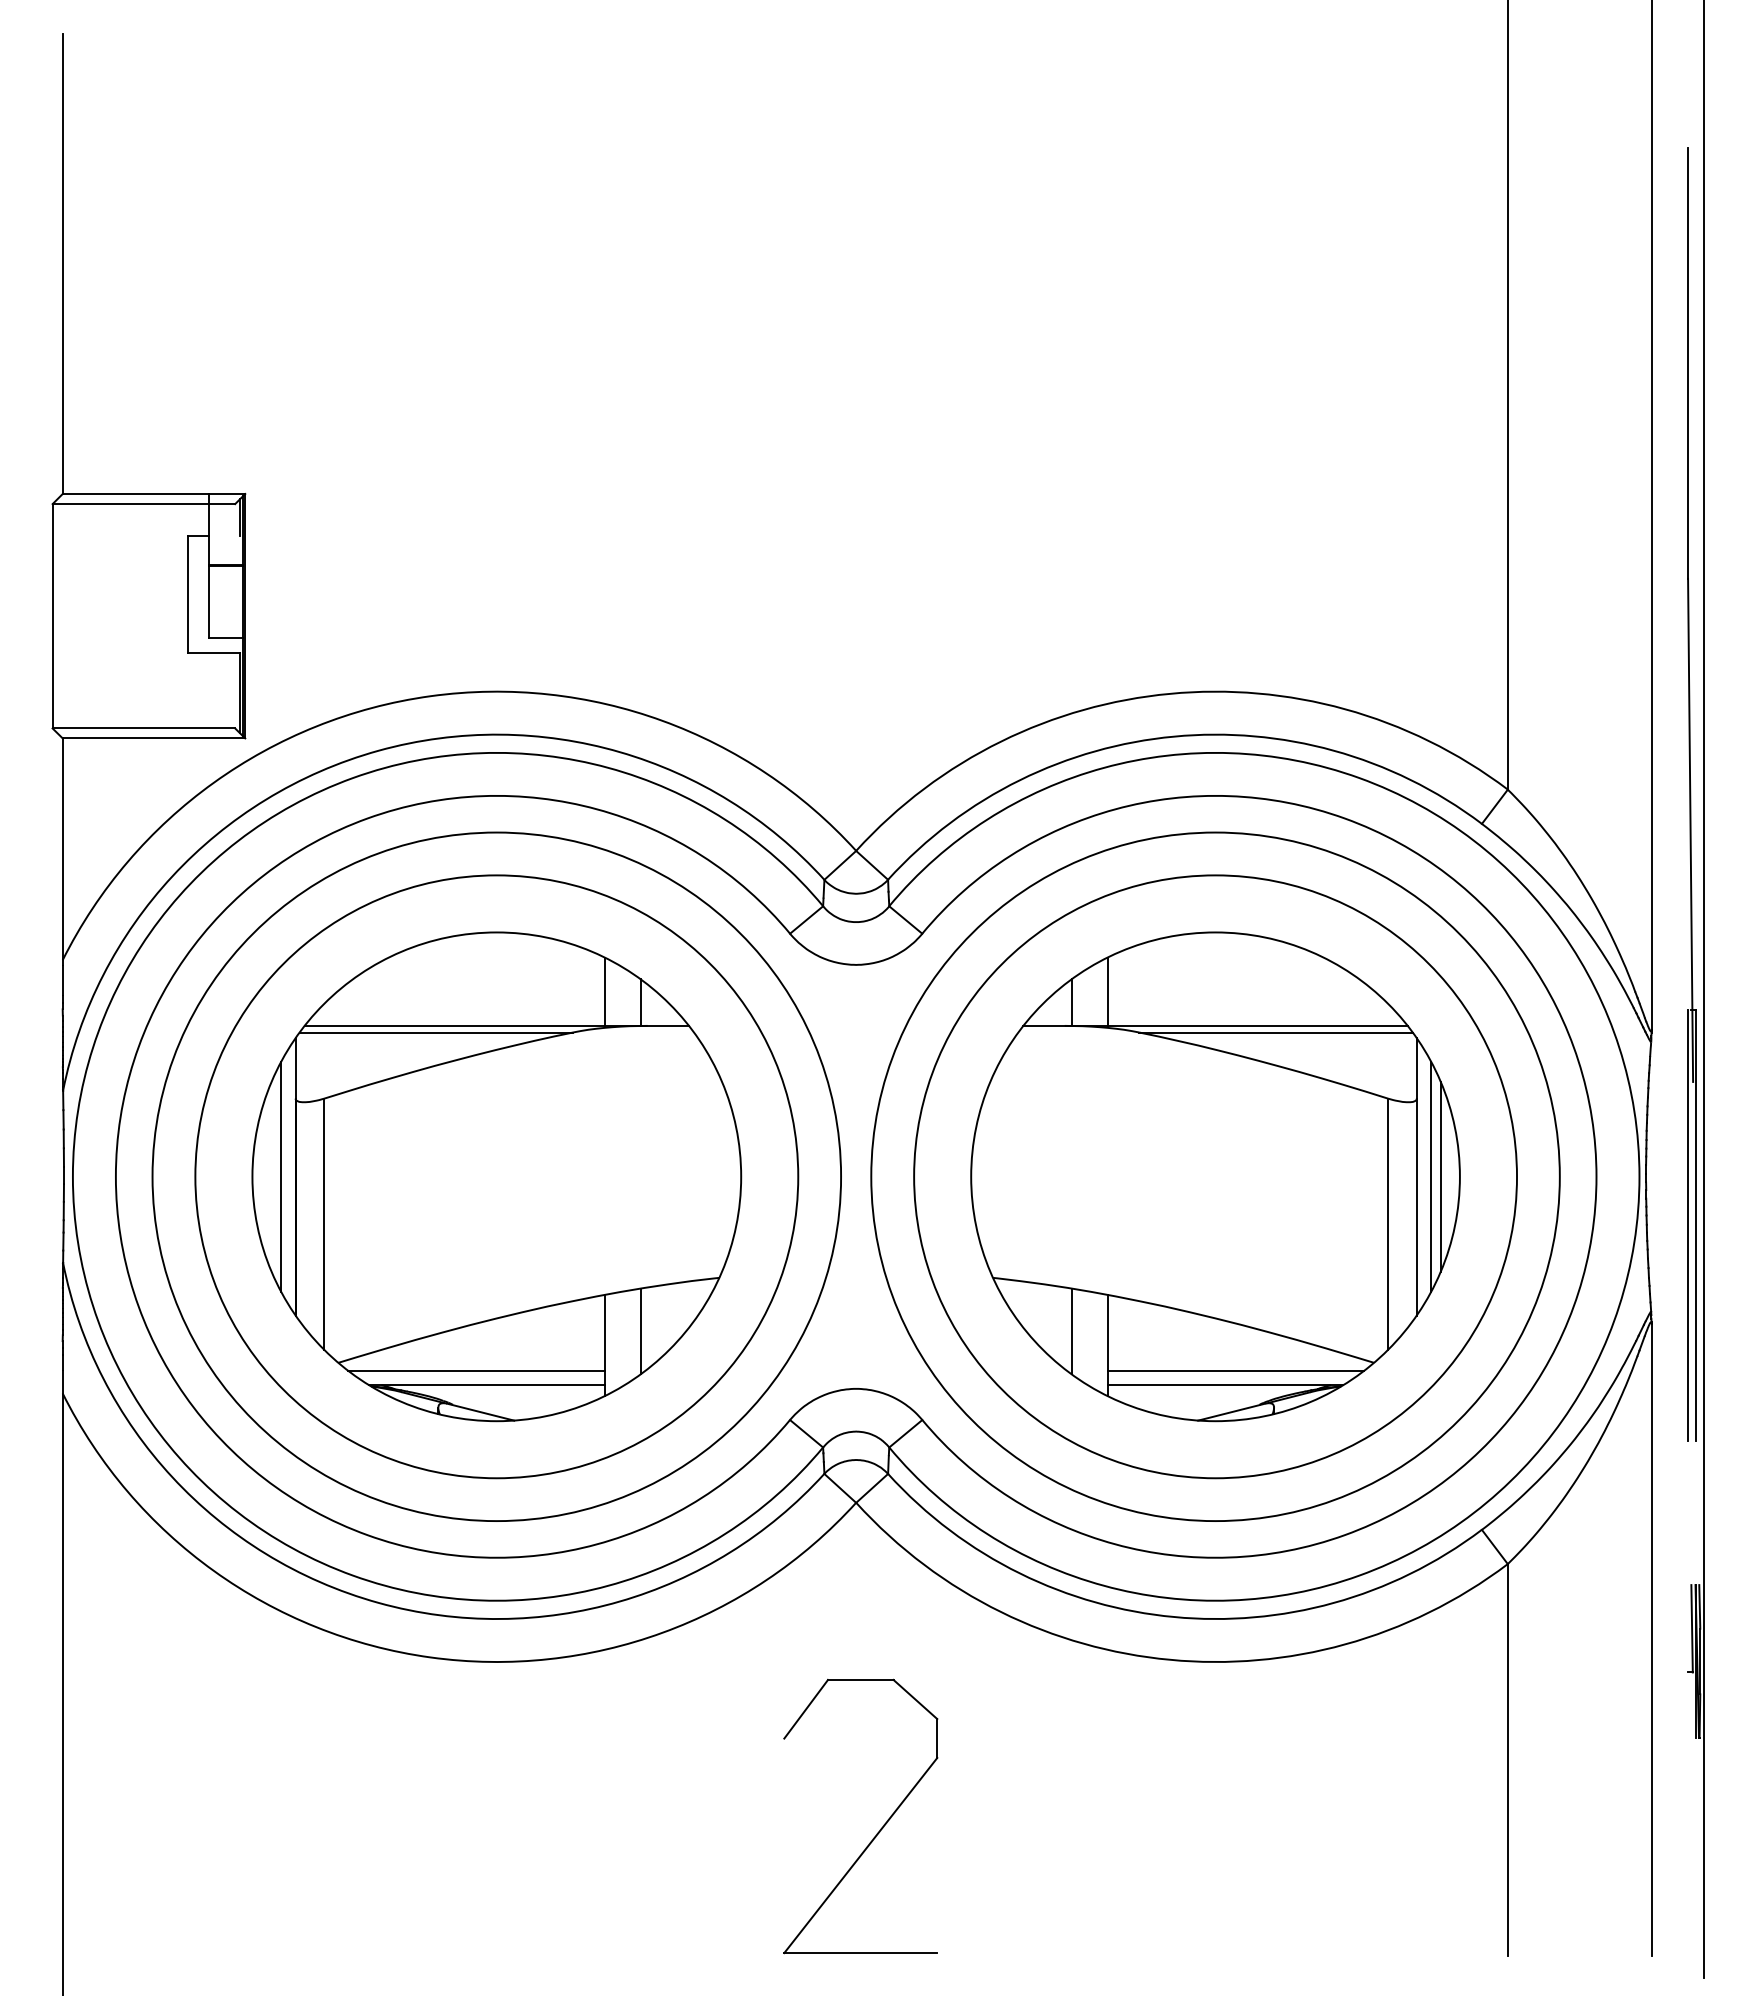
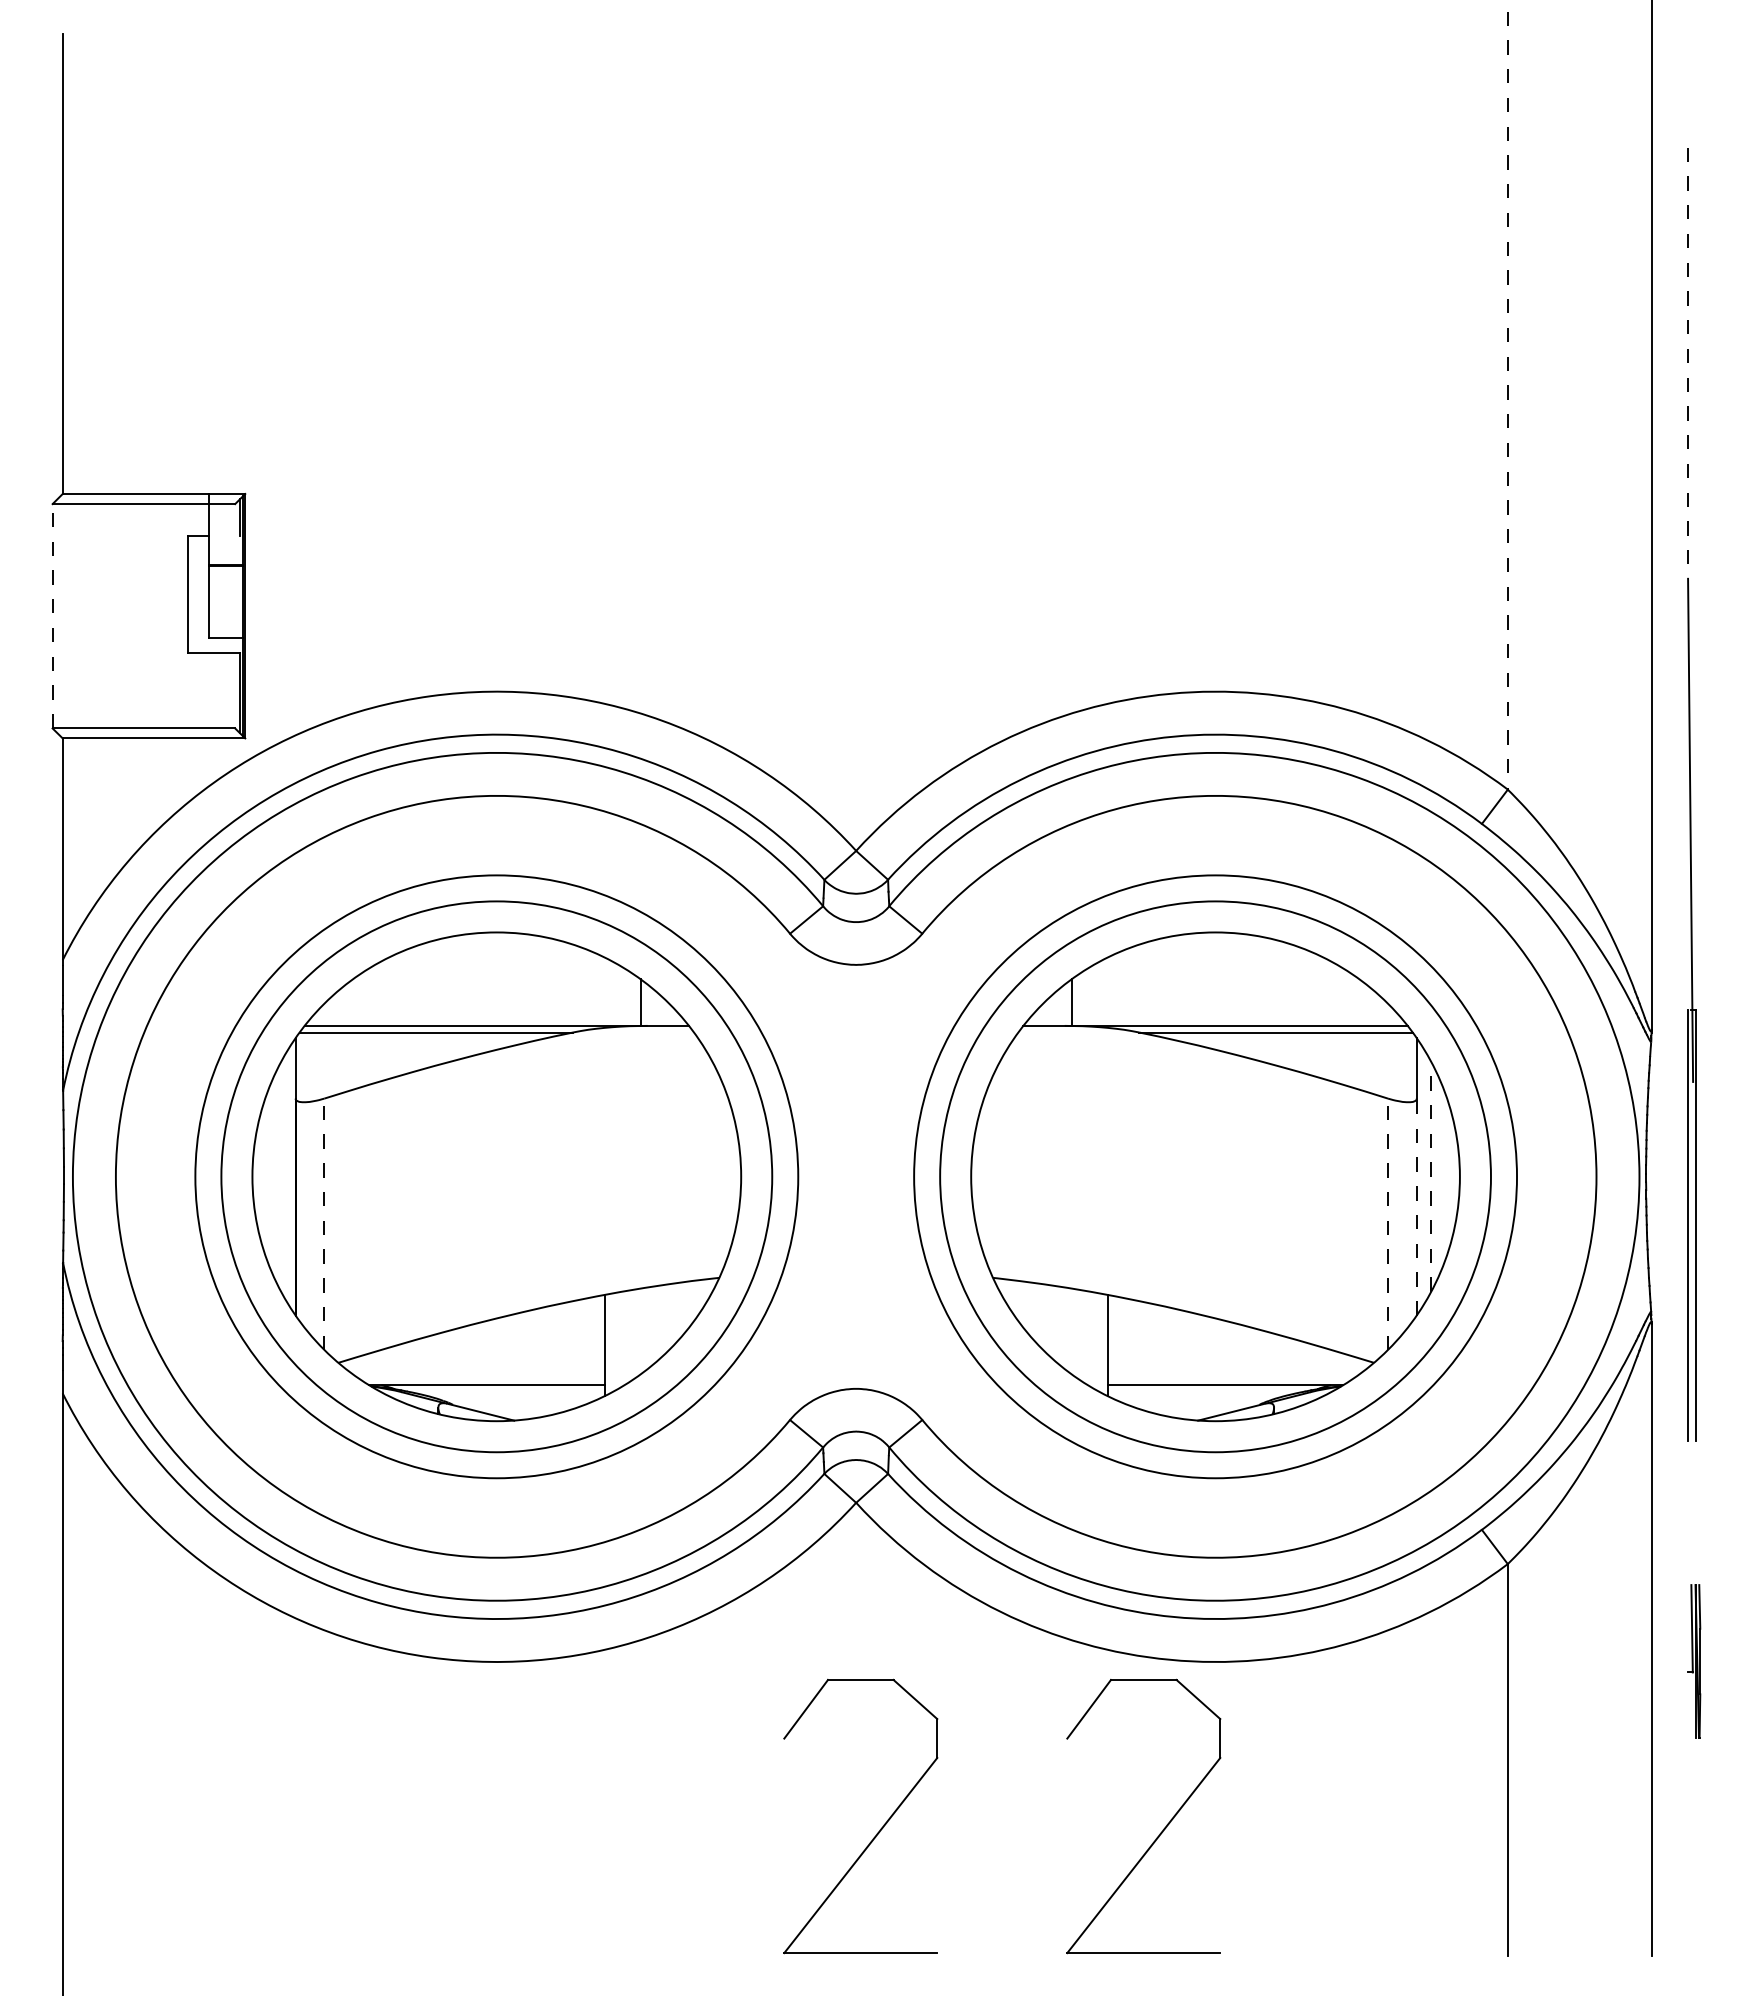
line at (1688, 363): solid -> dashed
line at (1507, 394): solid -> dashed
line at (52, 615): solid -> dashed
line at (1704, 989): present -> none
line at (604, 991): present -> none
line at (1107, 991): present -> none
line at (281, 1176): present -> none
circle at (496, 1176) diameter: 689 px -> 551 px
circle at (1215, 1176) diameter: 689 px -> 551 px
line at (1431, 1176): solid -> dashed
line at (1440, 1176): present -> none
line at (1416, 1206): solid -> dashed
line at (324, 1224): solid -> dashed
line at (1388, 1224): solid -> dashed
line at (640, 1331): present -> none
line at (1071, 1331): present -> none
line at (476, 1370): present -> none
line at (1235, 1370): present -> none
part at (1163, 1828): none -> present
